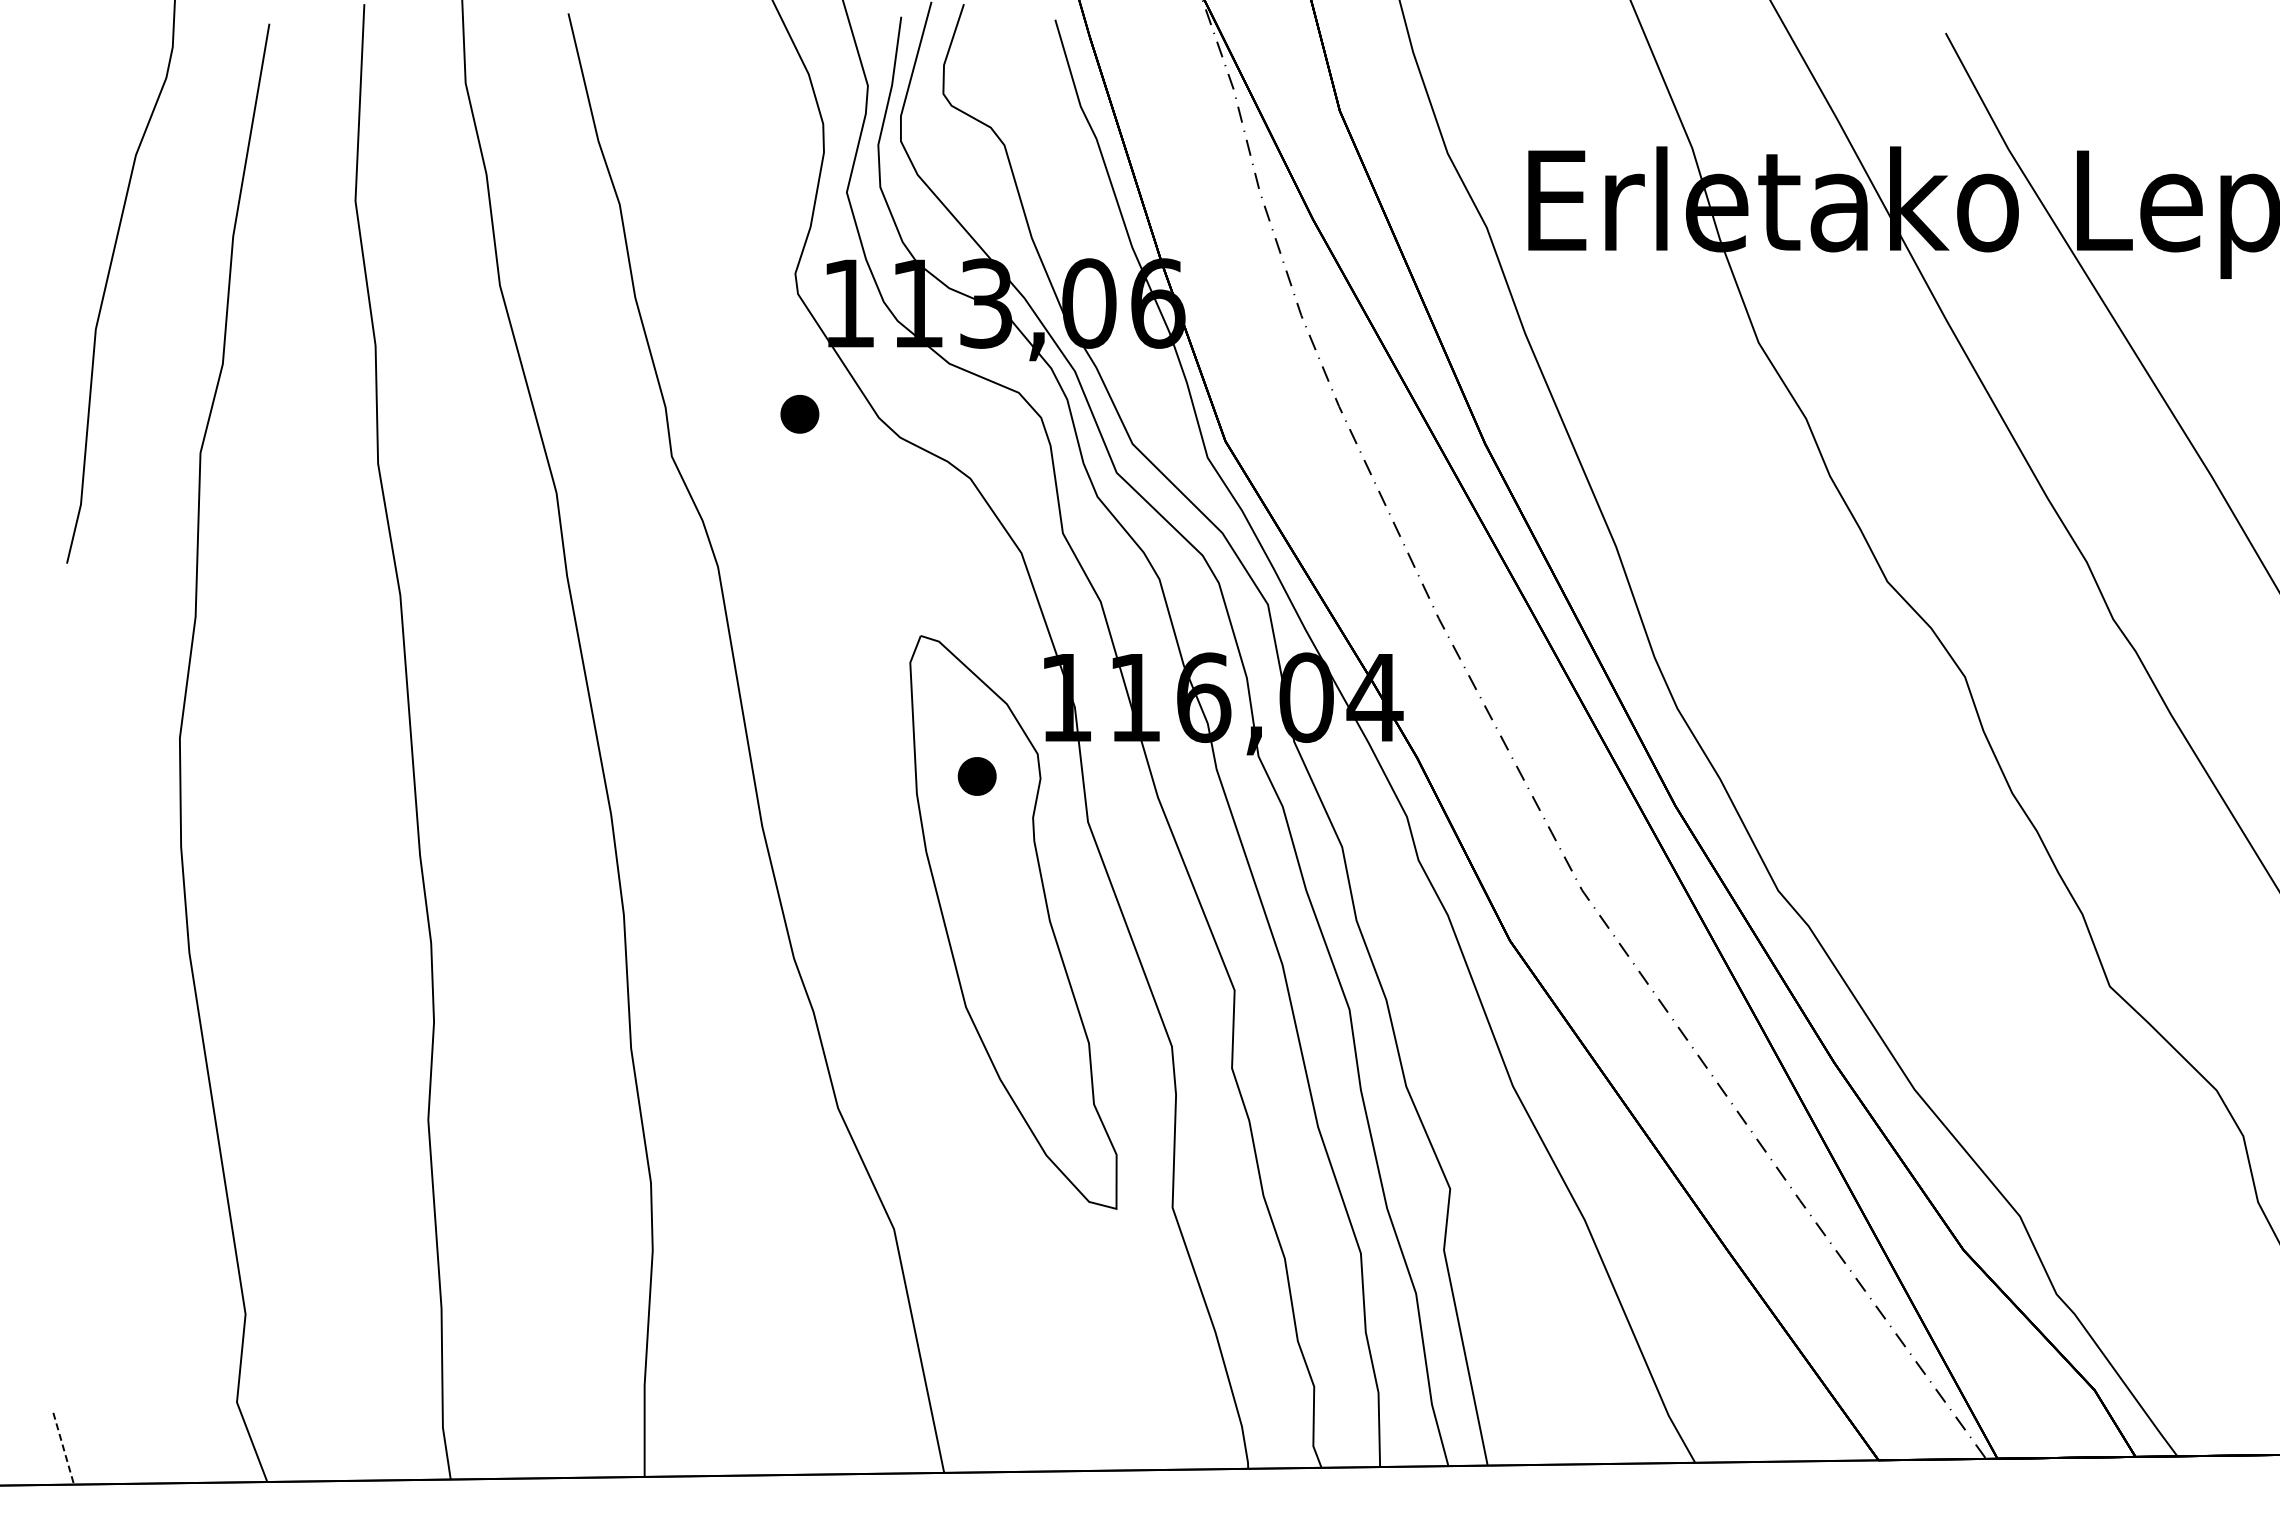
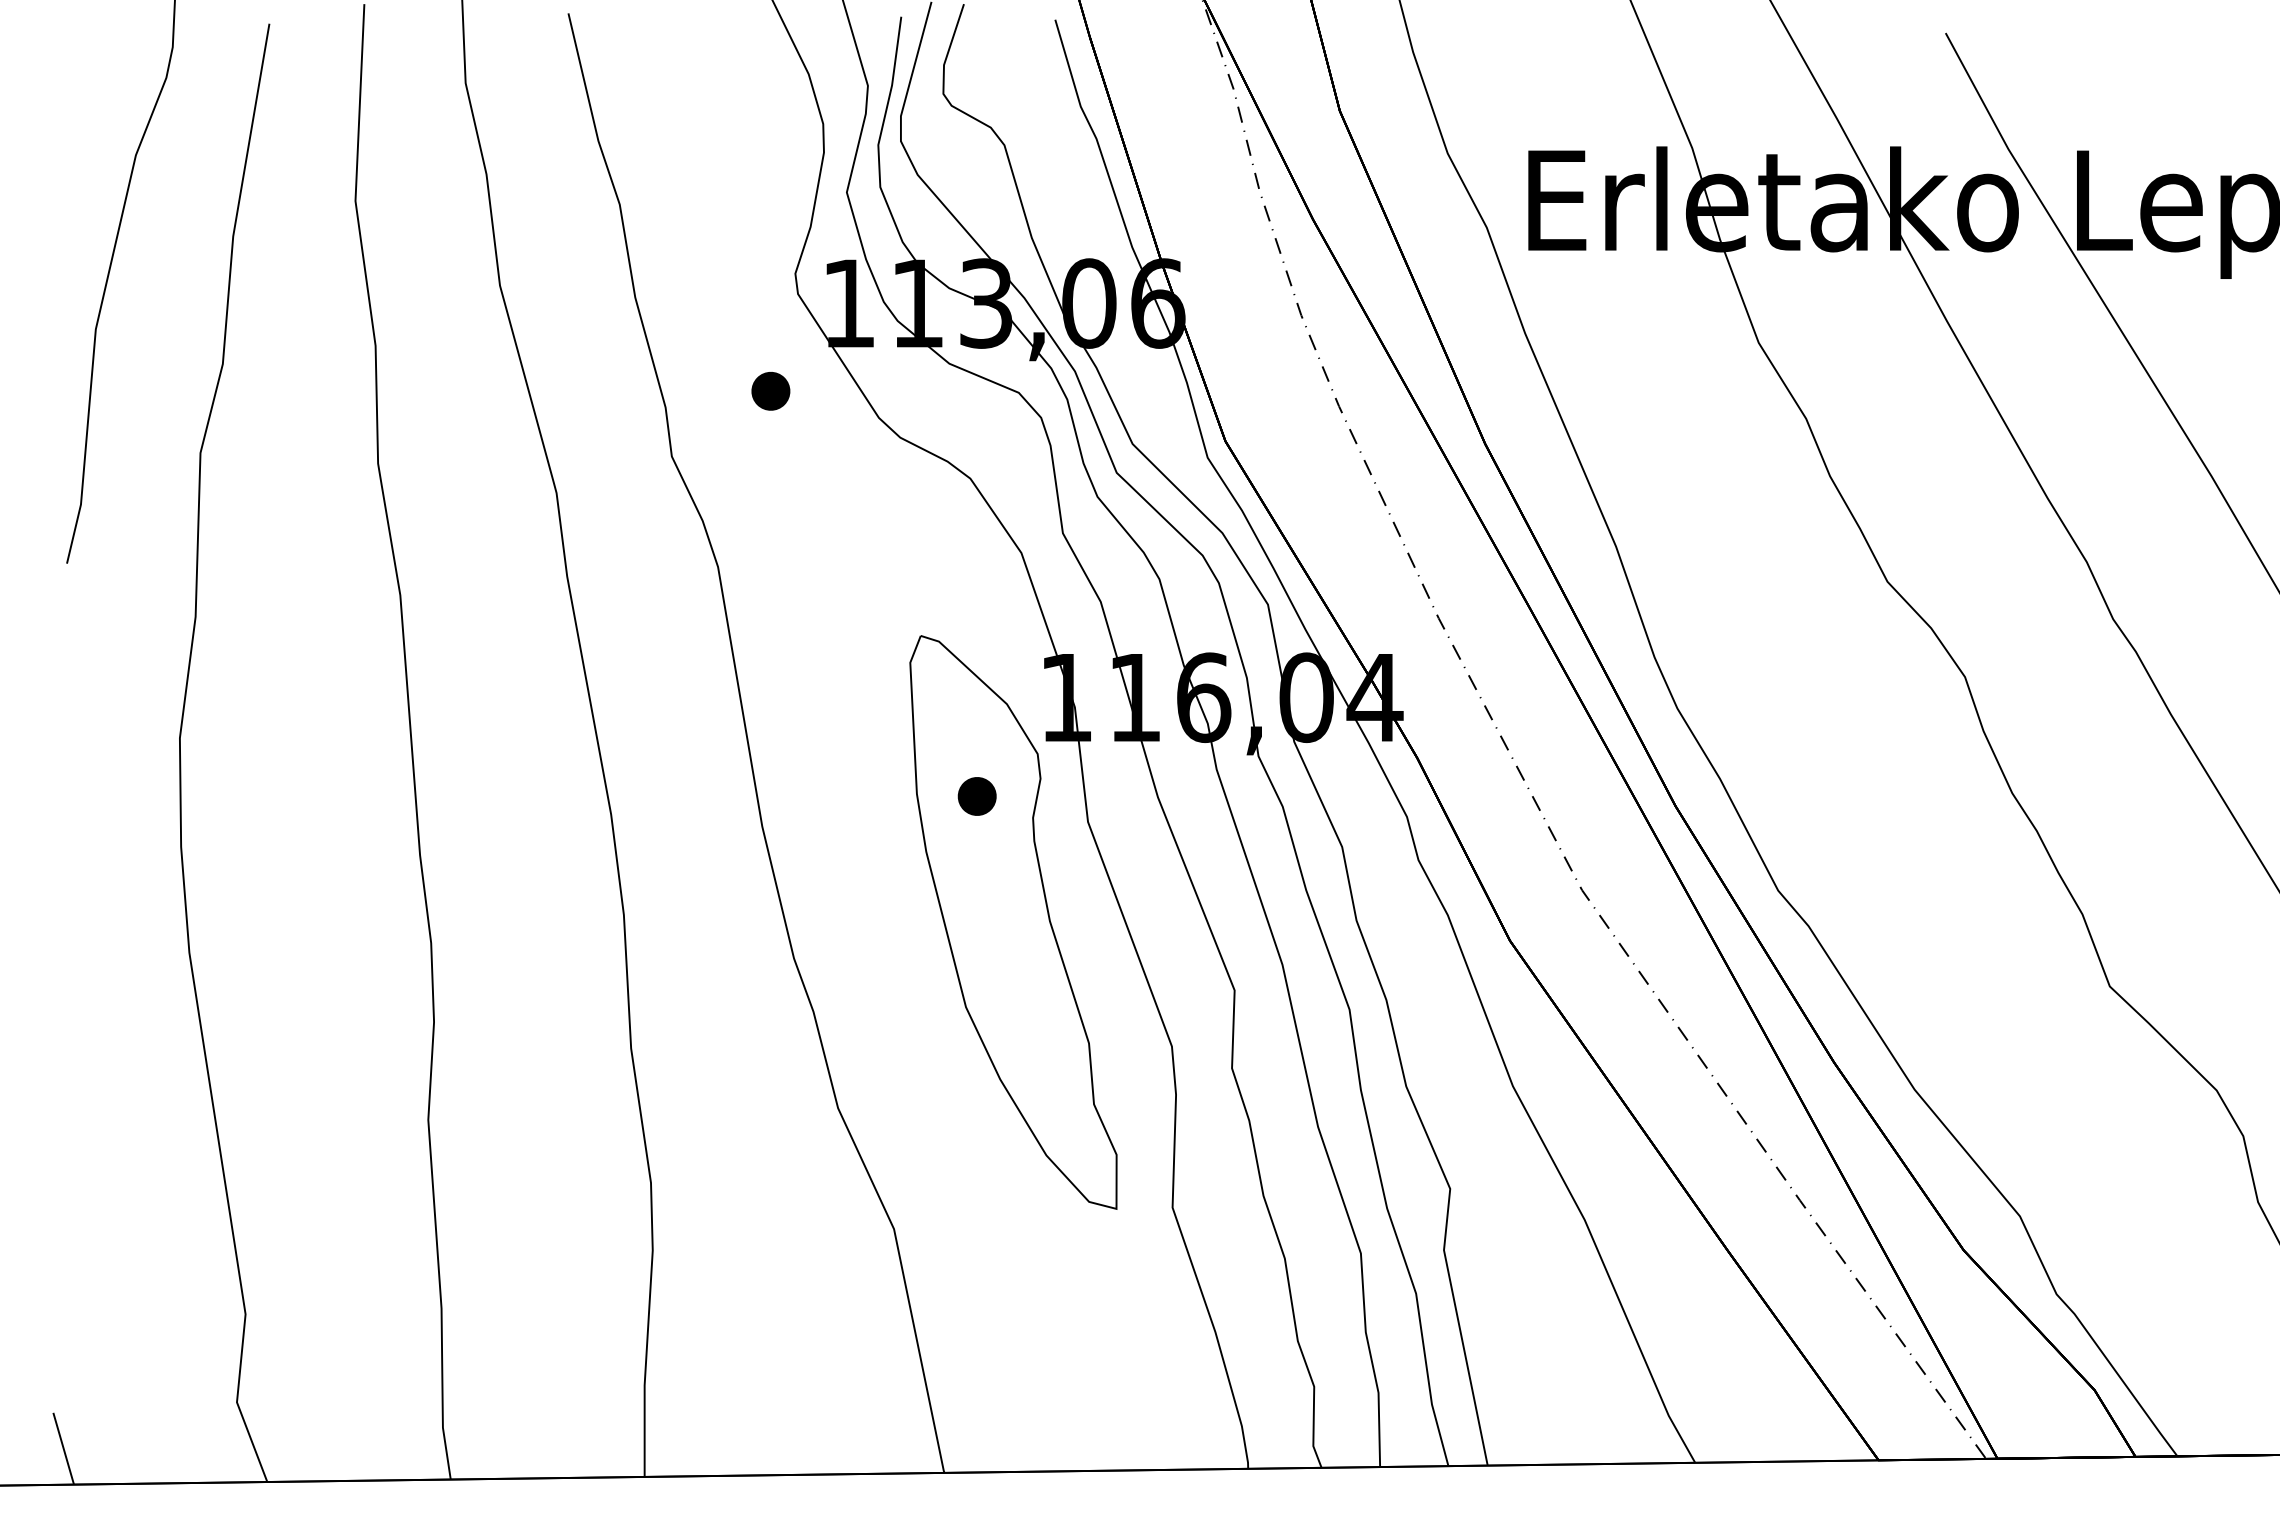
part at (799, 414) position: (799, 414) -> (770, 391)
part at (976, 776) position: (976, 776) -> (976, 796)
line at (63, 1449): dashed -> solid
